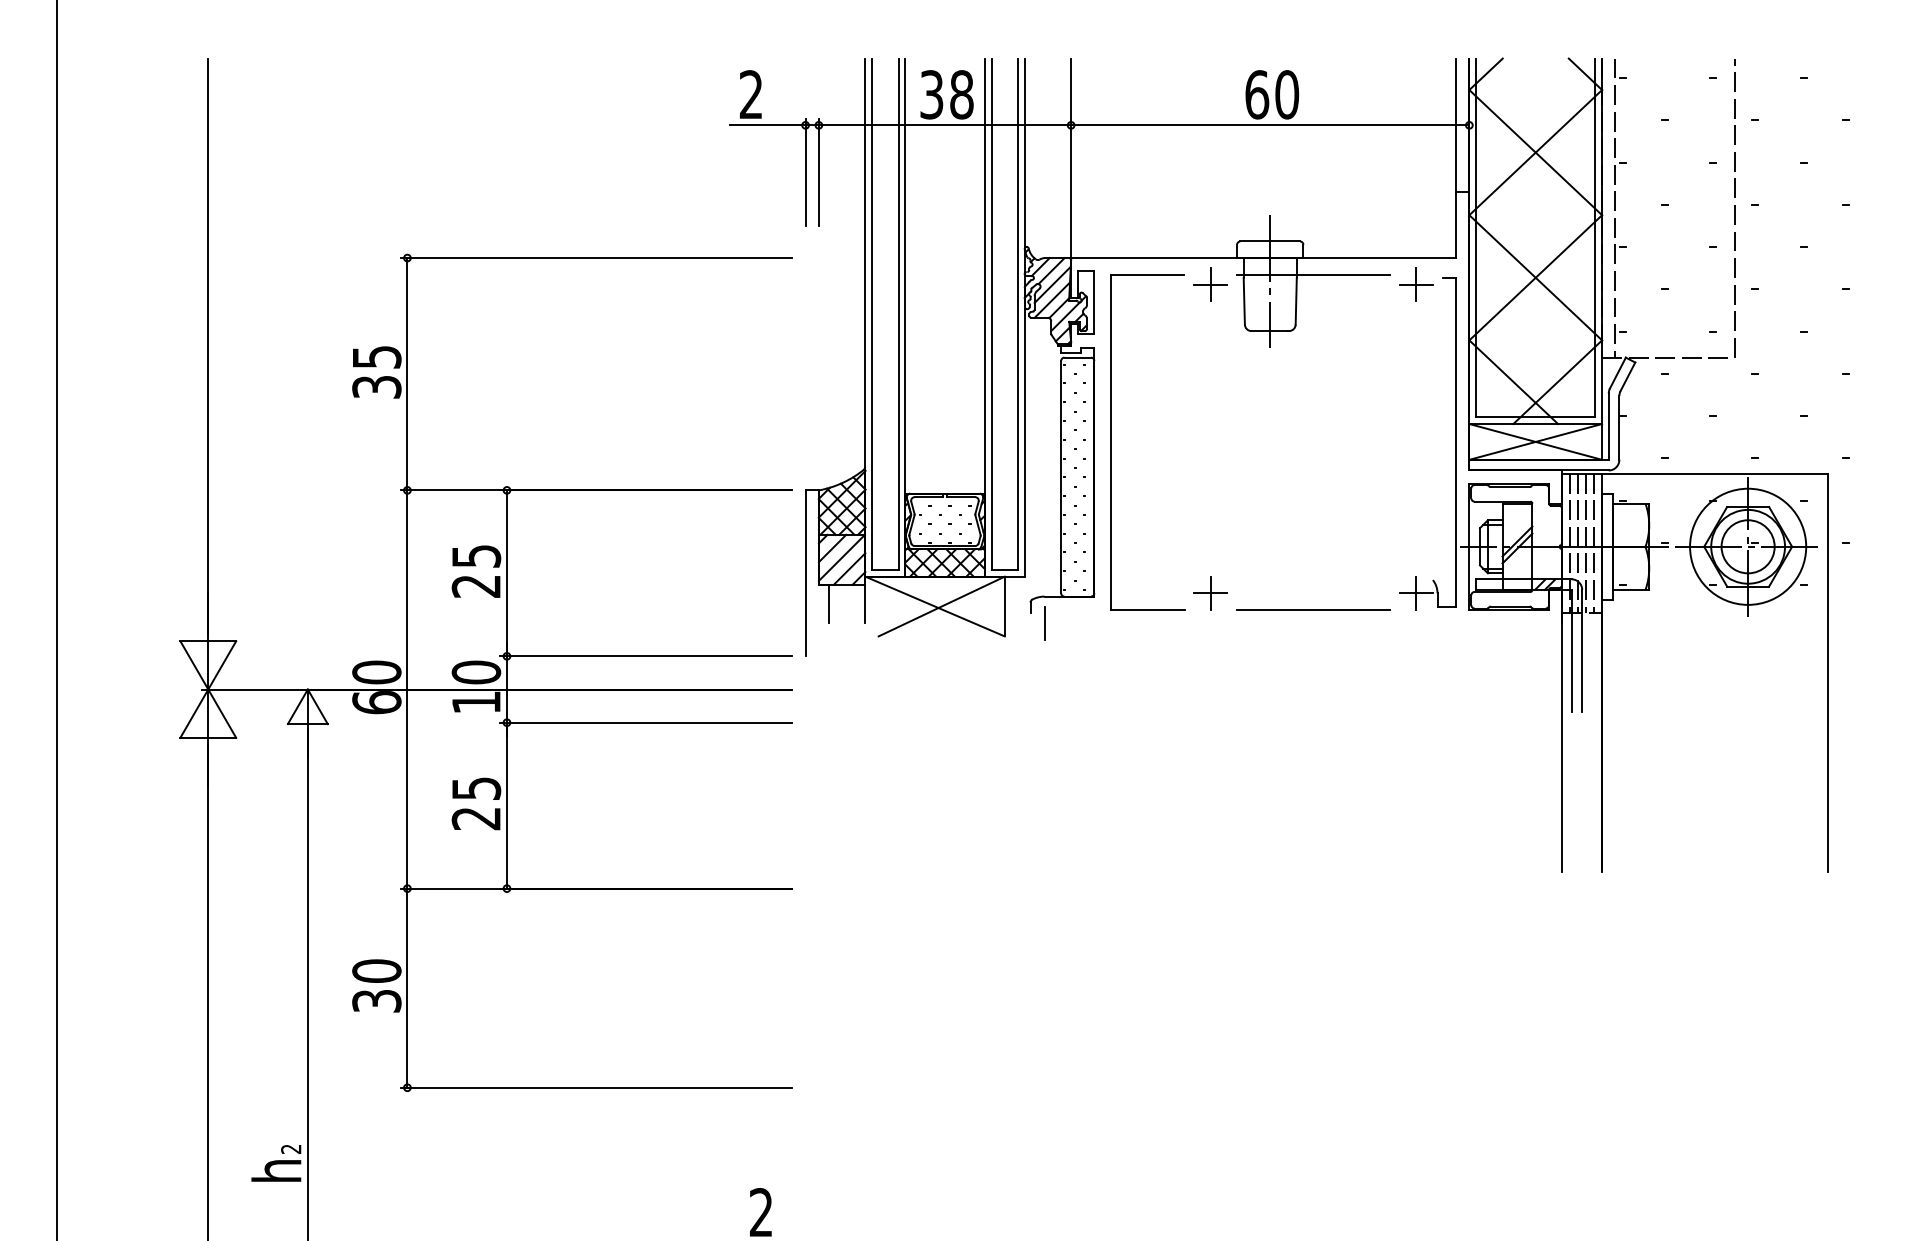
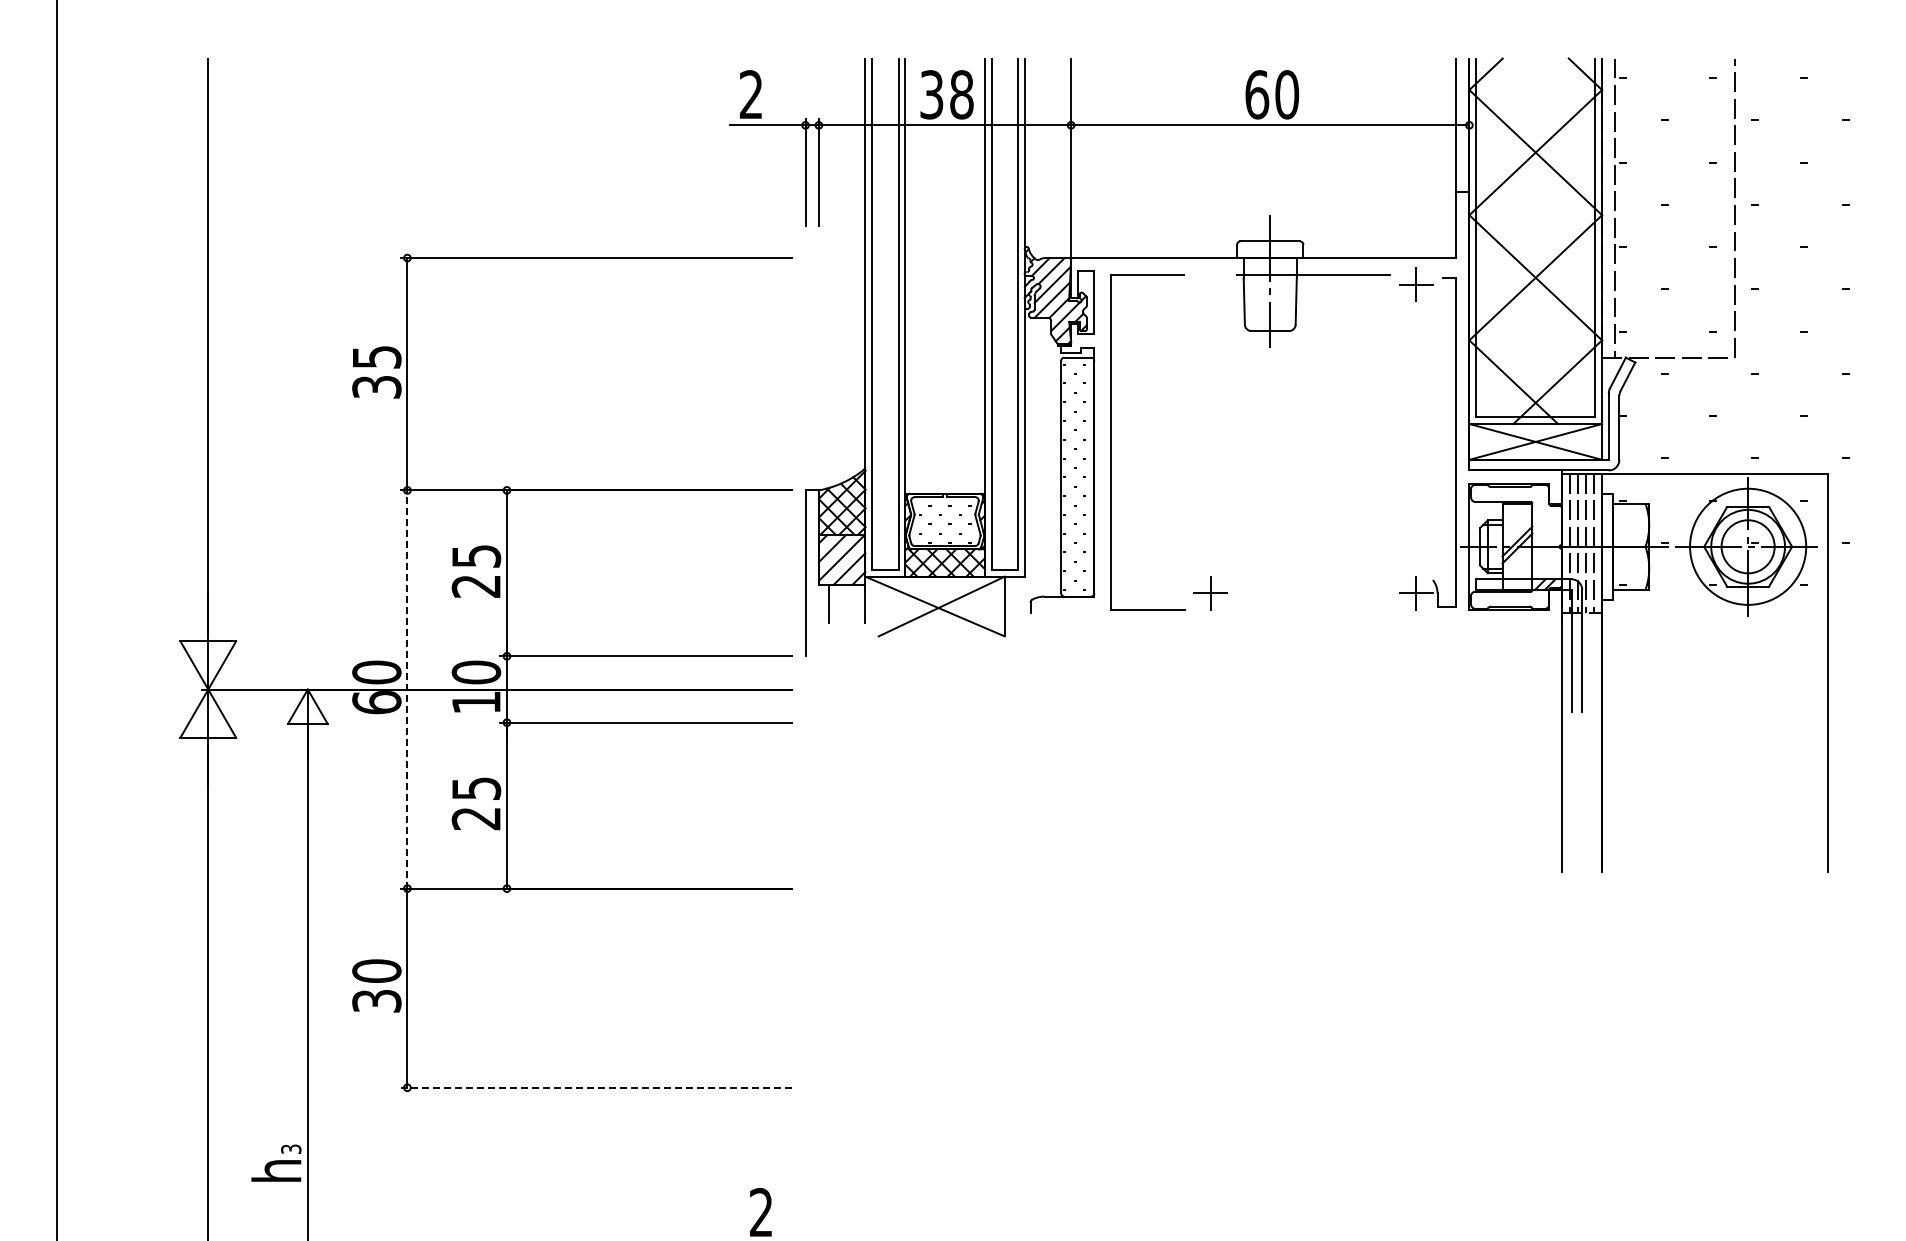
part at (1210, 284): present -> none
line at (1313, 609): present -> none
line at (1044, 622): present -> none
line at (407, 689): solid -> dashed
line at (596, 1087): solid -> dashed
text at (291, 1148): 2 -> 3
